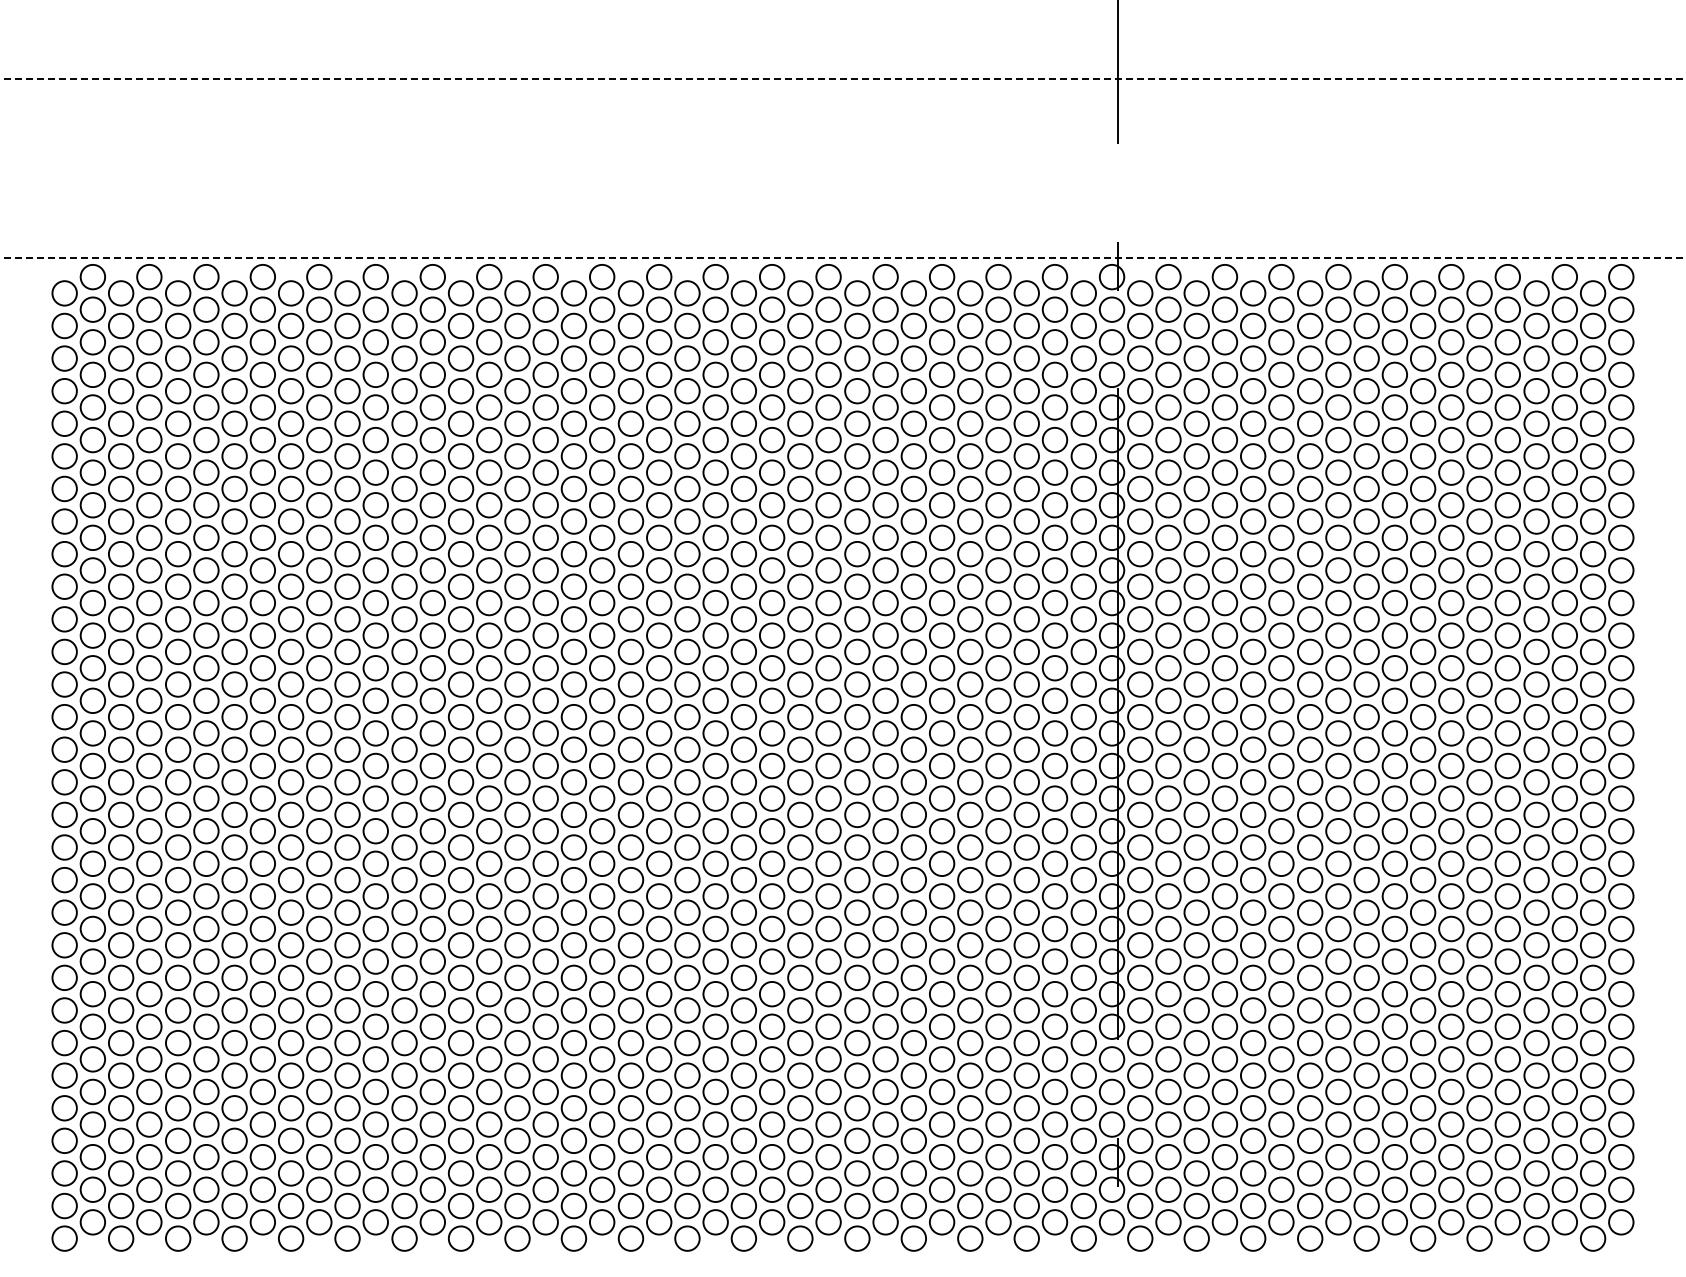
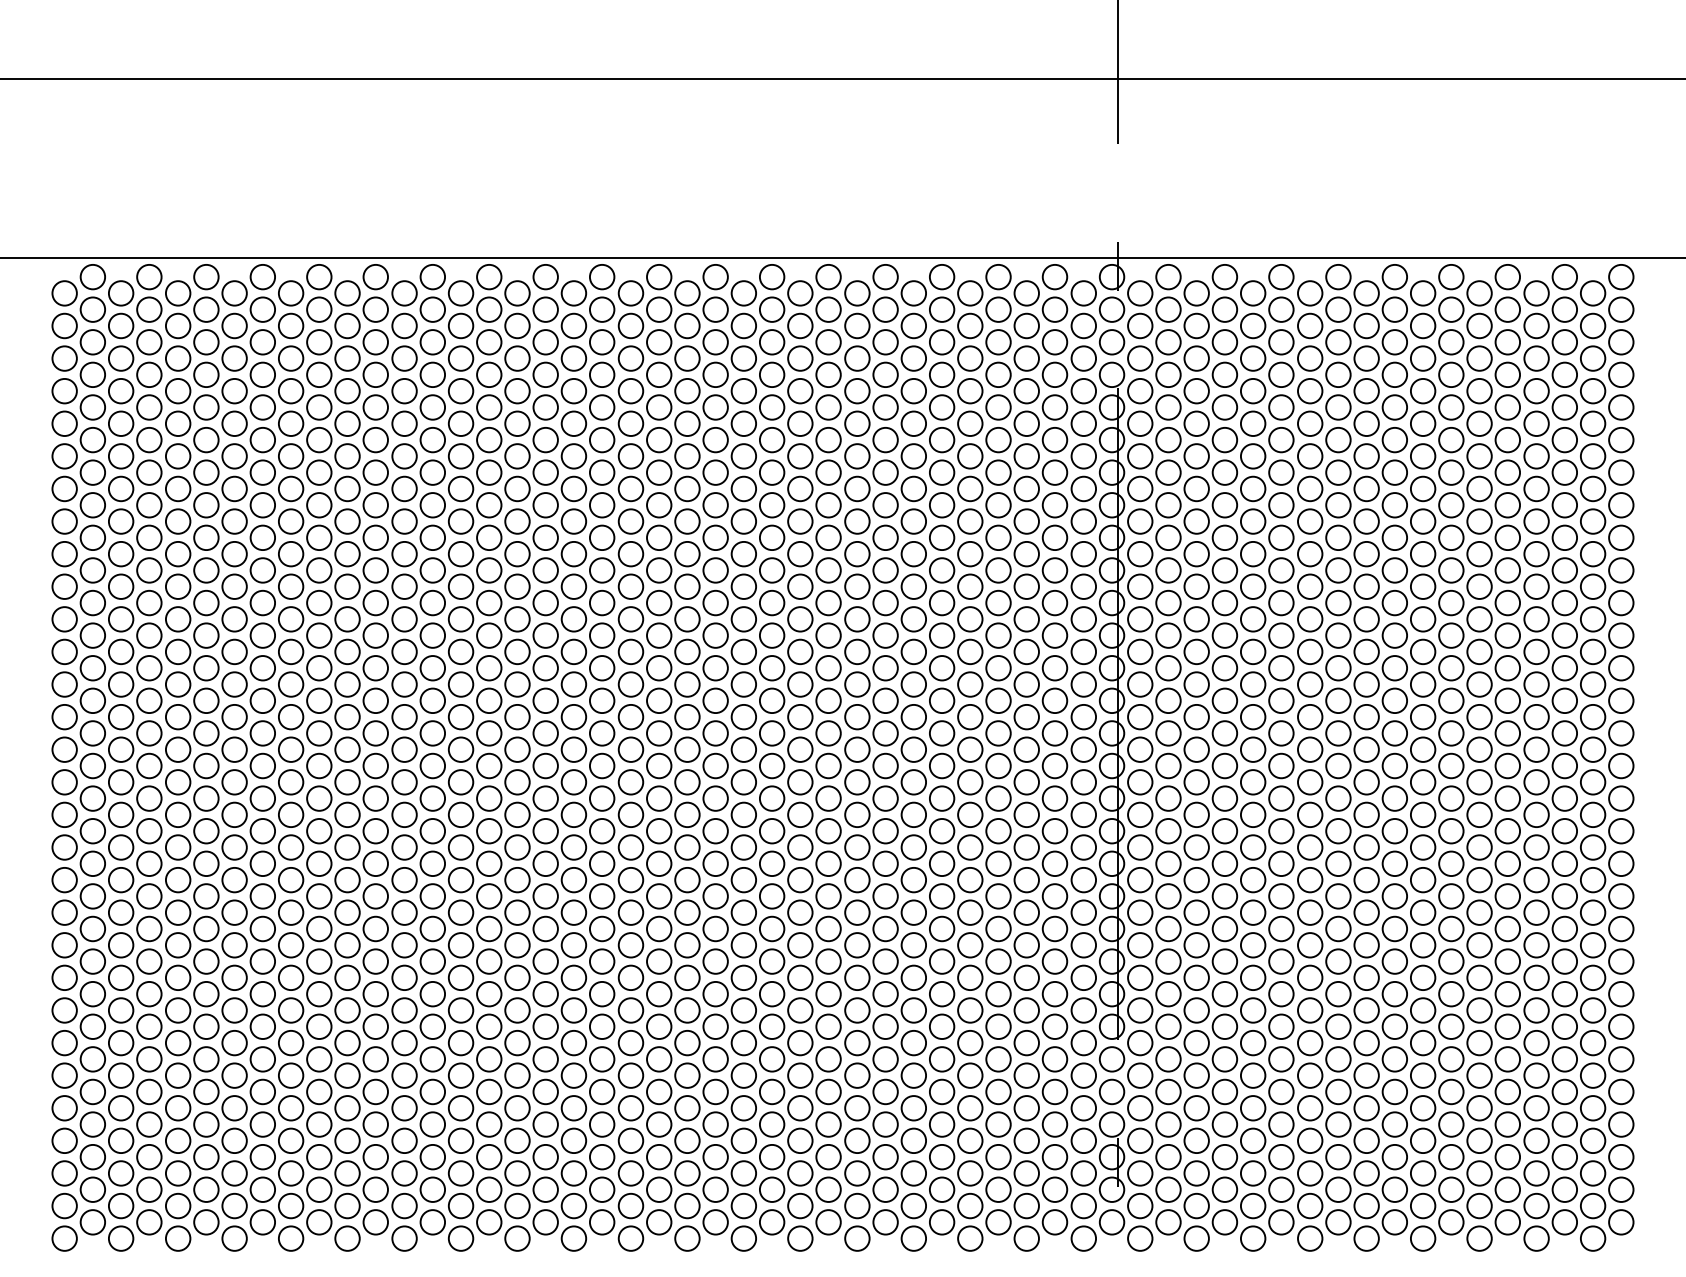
line at (842, 79): dashed -> solid
line at (842, 258): dashed -> solid
